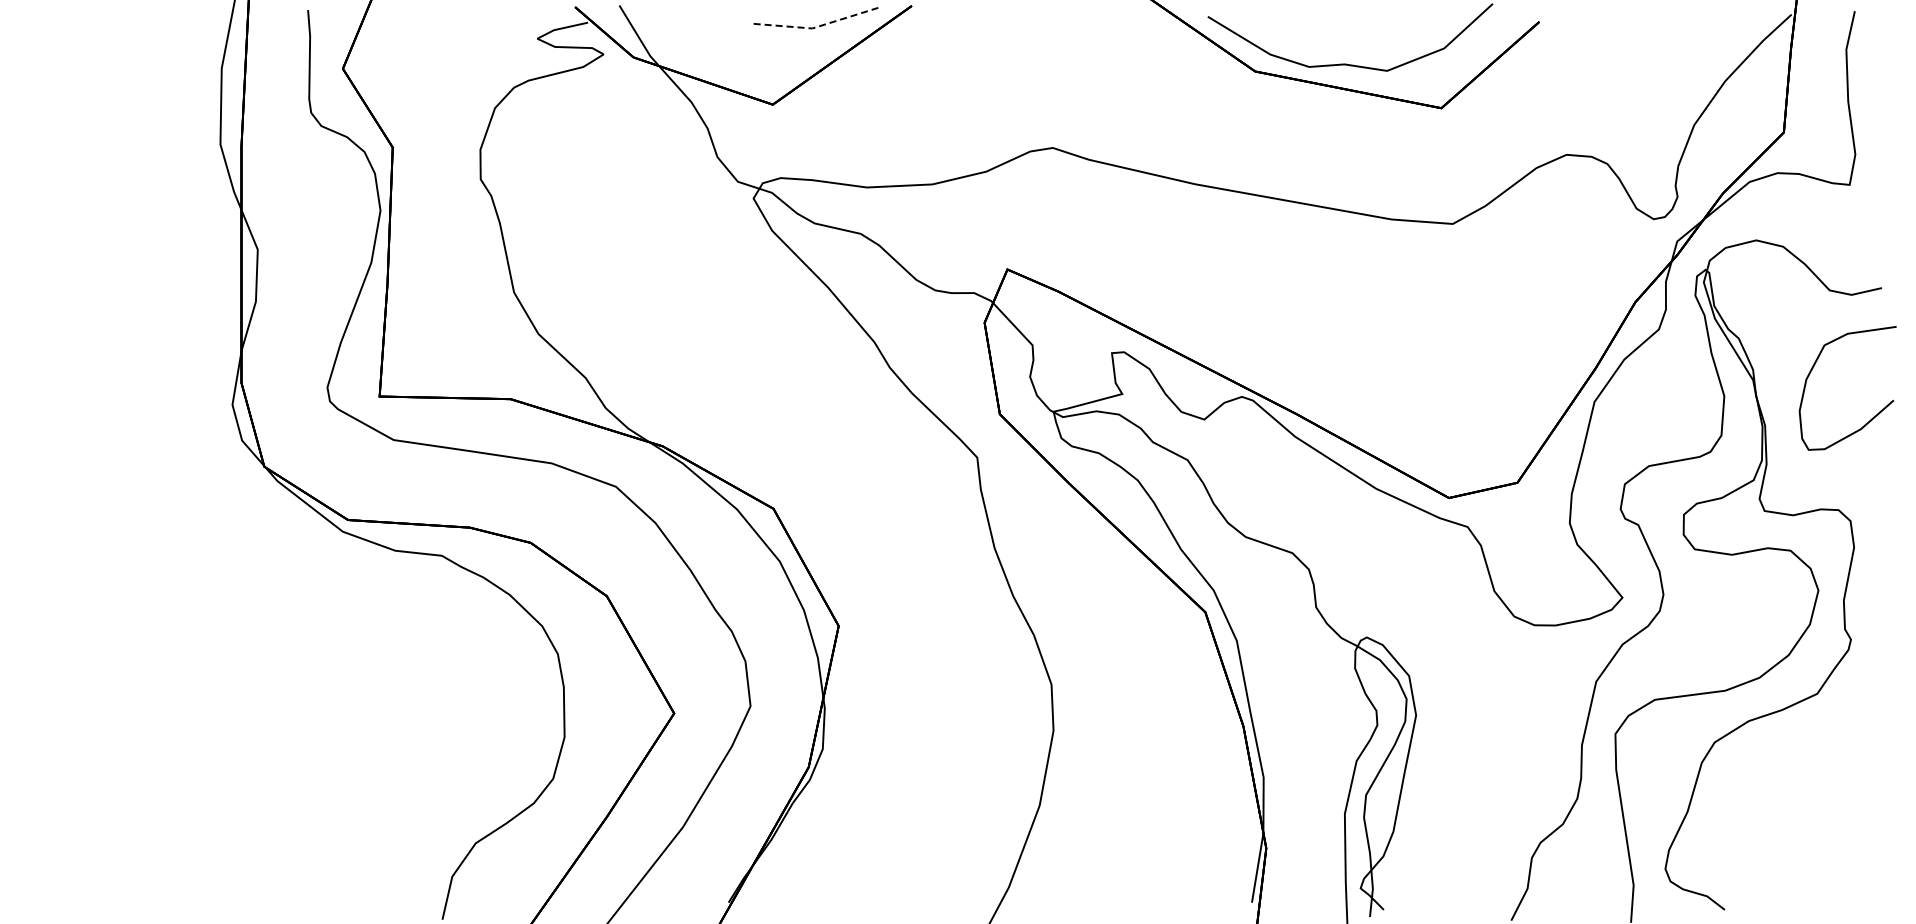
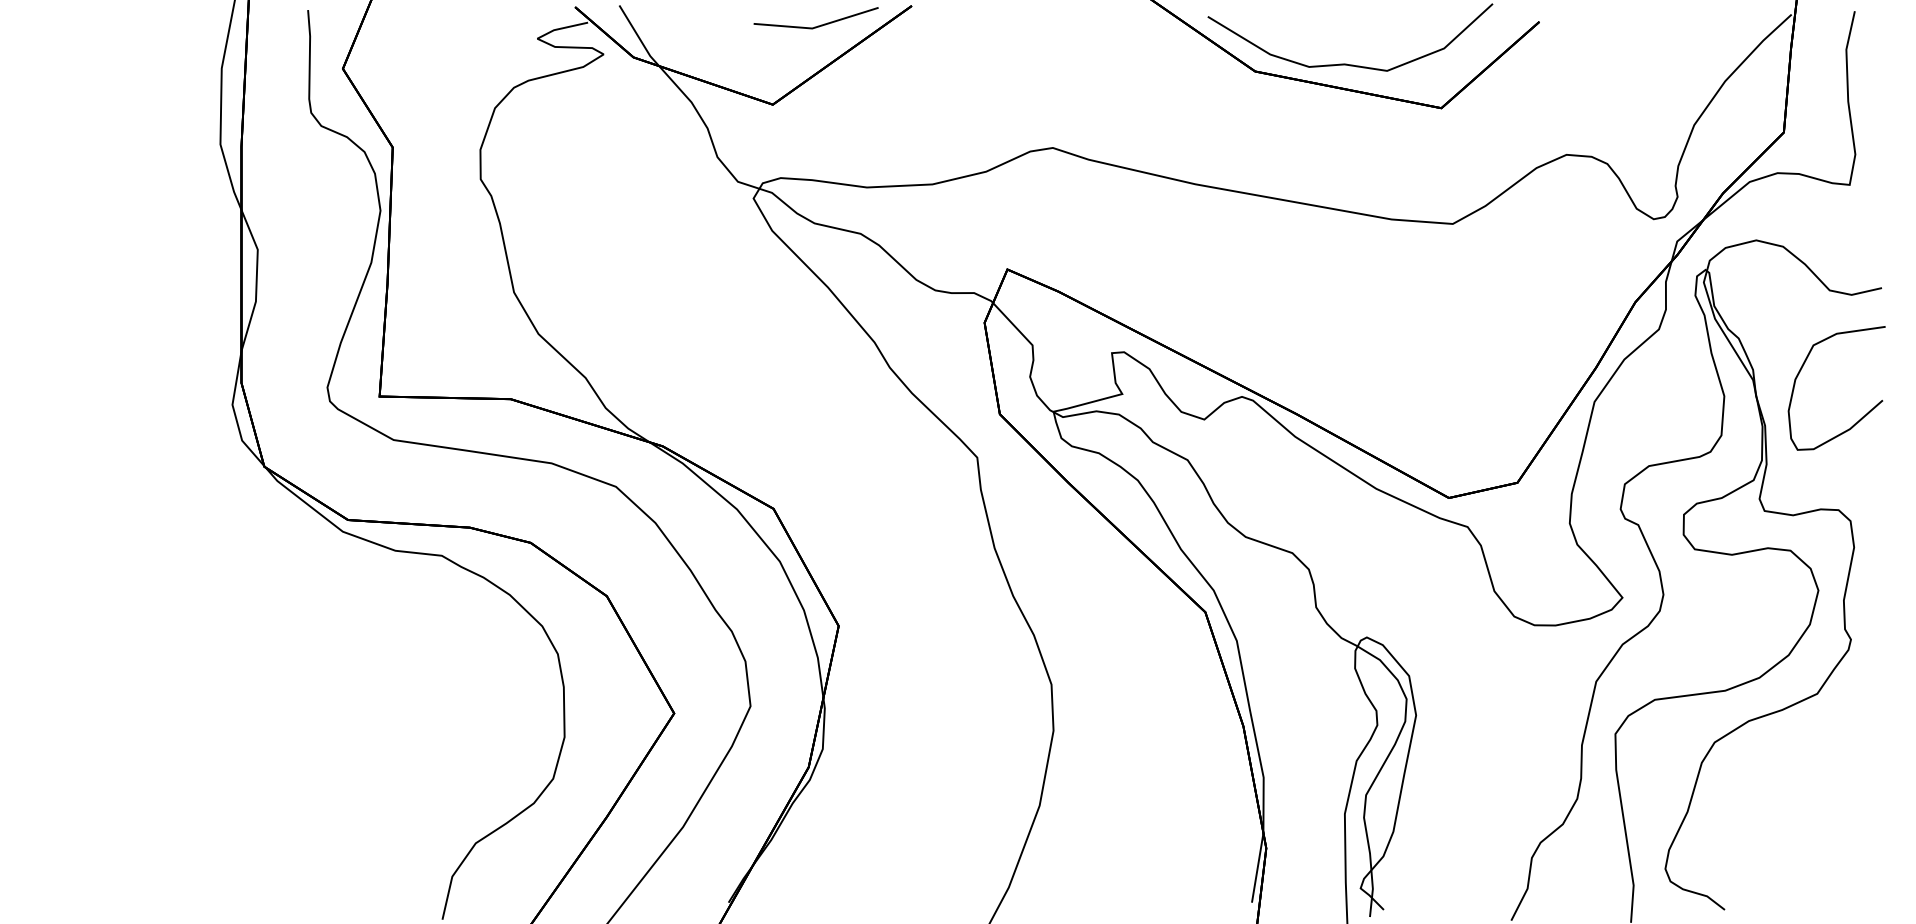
line at (817, 27): dashed -> solid
curve at (1873, 416) position: (1873, 416) -> (1862, 416)
